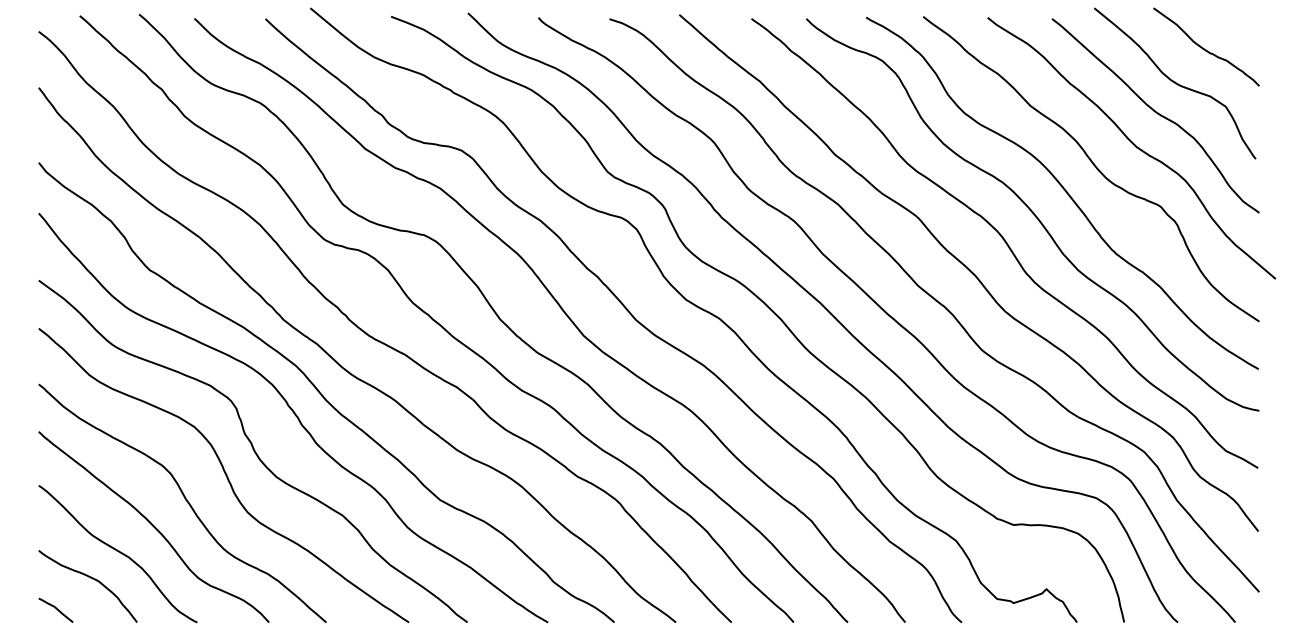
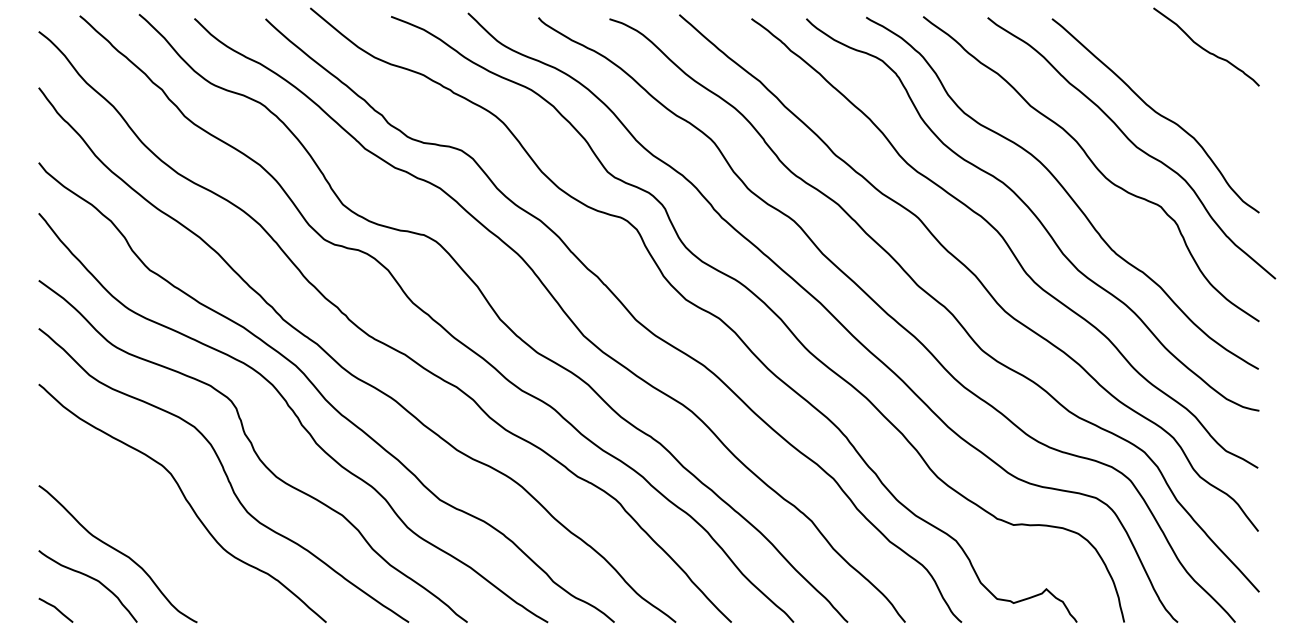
curve at (1175, 83): present -> none
curve at (153, 526): present -> none
